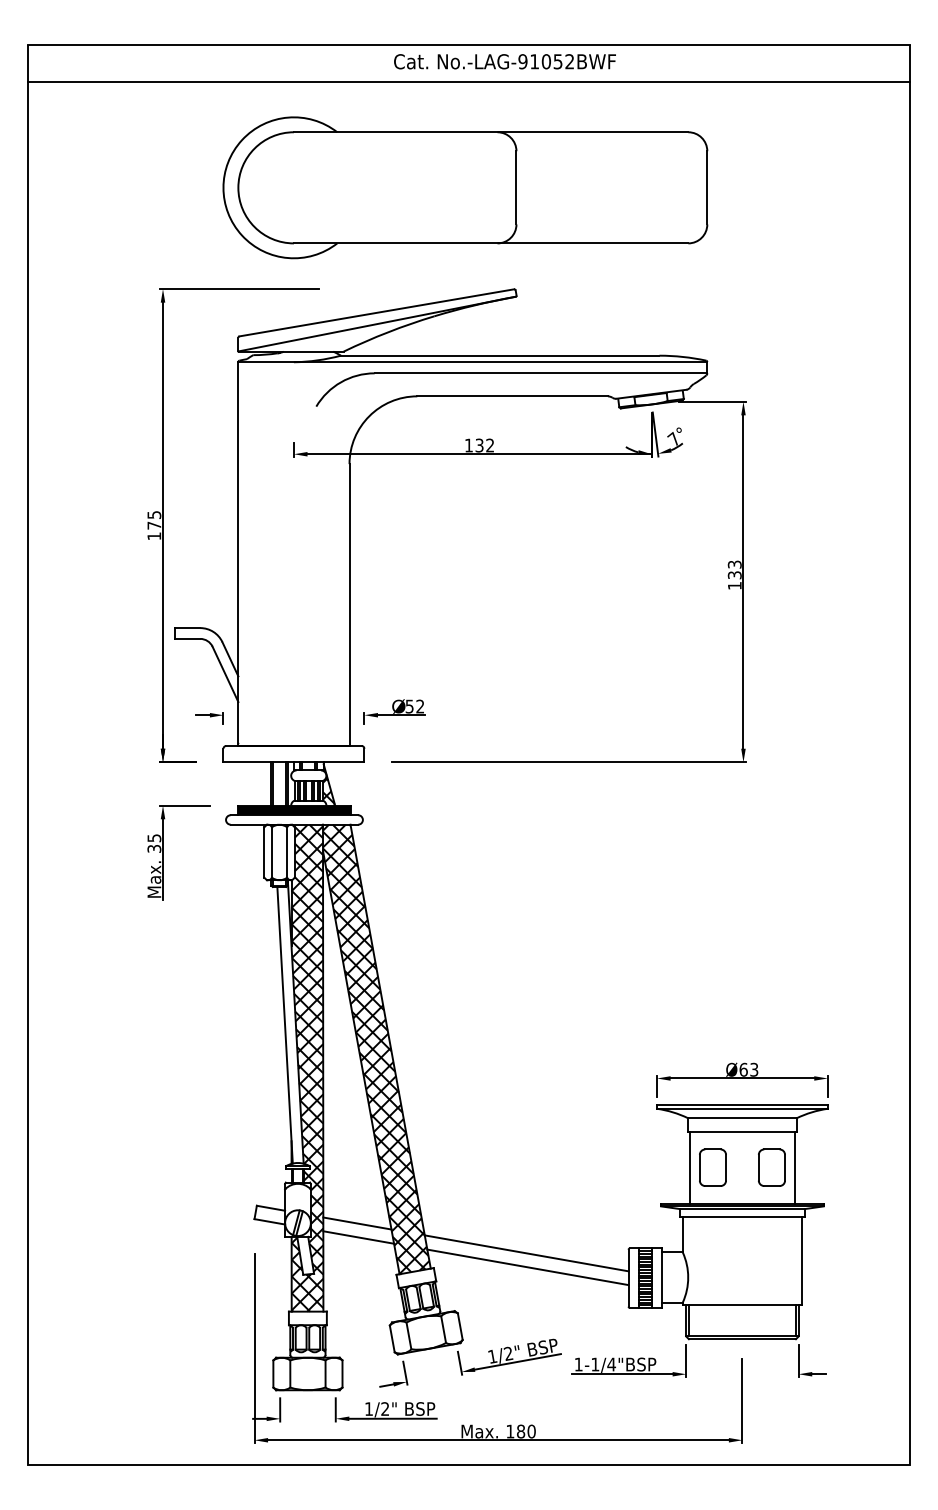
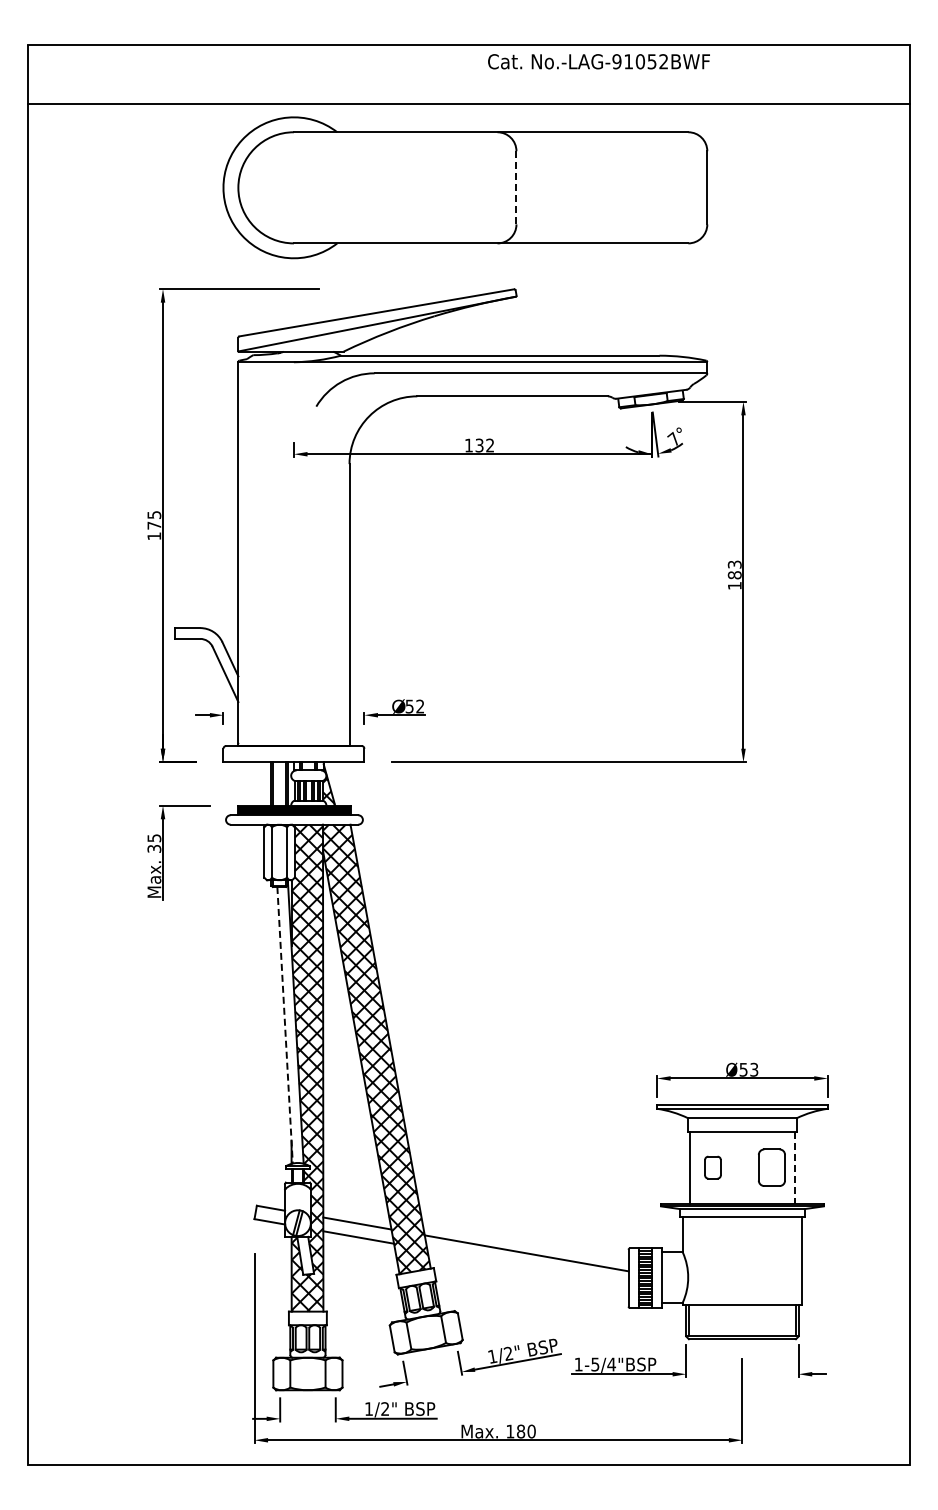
text at (504, 61) position: (504, 61) -> (598, 61)
line at (468, 81) position: (468, 81) -> (468, 103)
line at (516, 187): solid -> dashed
text at (734, 575): 133 -> 183
line at (285, 1025): solid -> dashed
text at (743, 1069): Ø63 -> Ø53
part at (712, 1167) size: 28x39 px -> 18x25 px
line at (794, 1167): solid -> dashed
line at (527, 1267): present -> none
text at (595, 1364): 1-1/4"BSP -> 1-5/4"BSP
